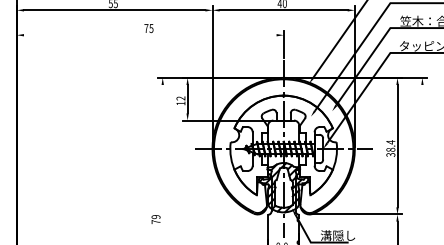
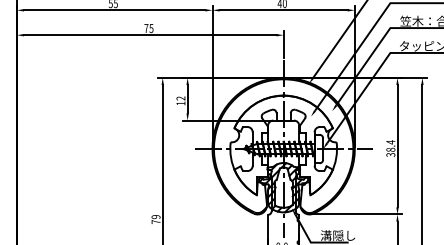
line at (150, 35): none -> present
line at (162, 163): none -> present
line at (422, 163): none -> present
